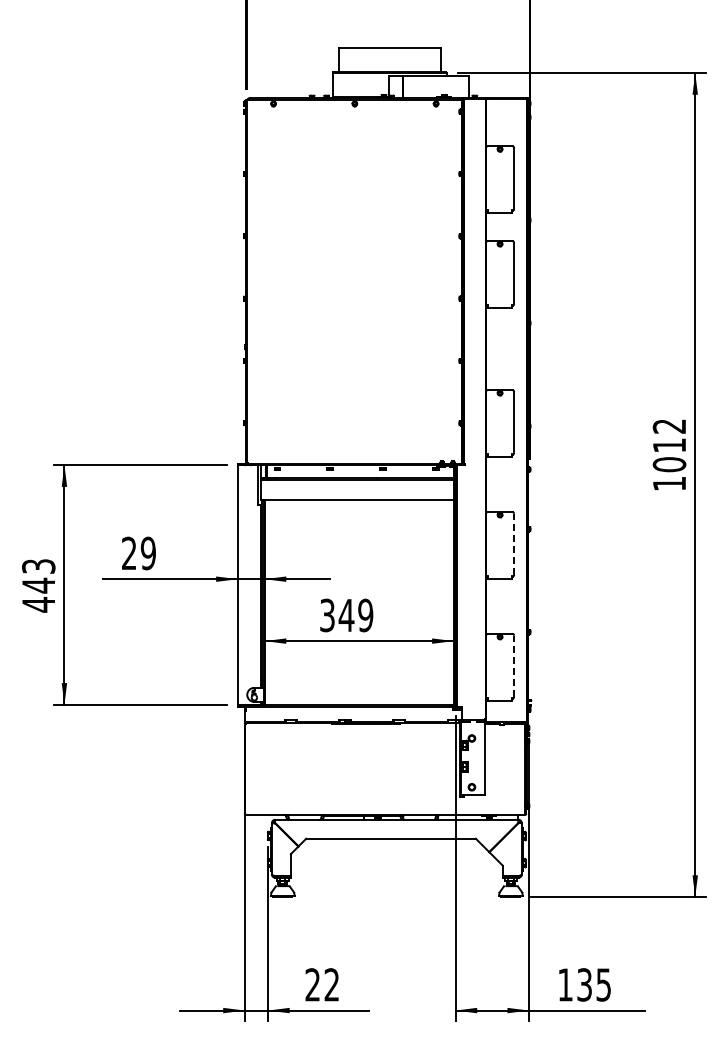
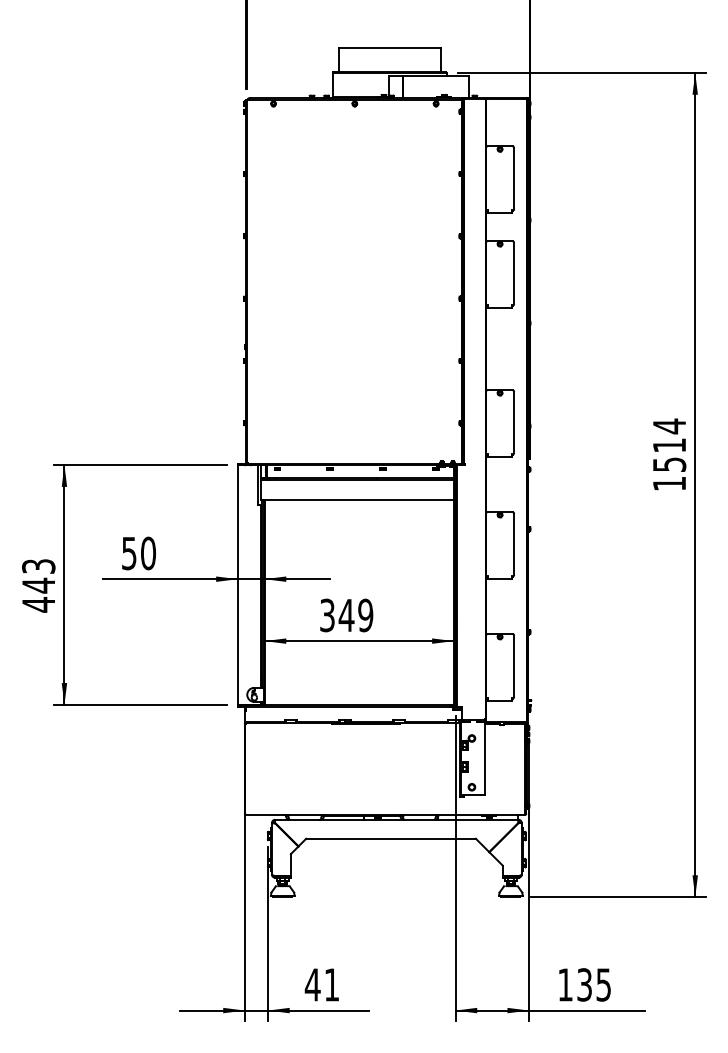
text at (669, 445): 1012 -> 1514
line at (514, 544): dashed -> solid
text at (139, 553): 29 -> 50
line at (514, 666): dashed -> solid
text at (321, 984): 22 -> 41
